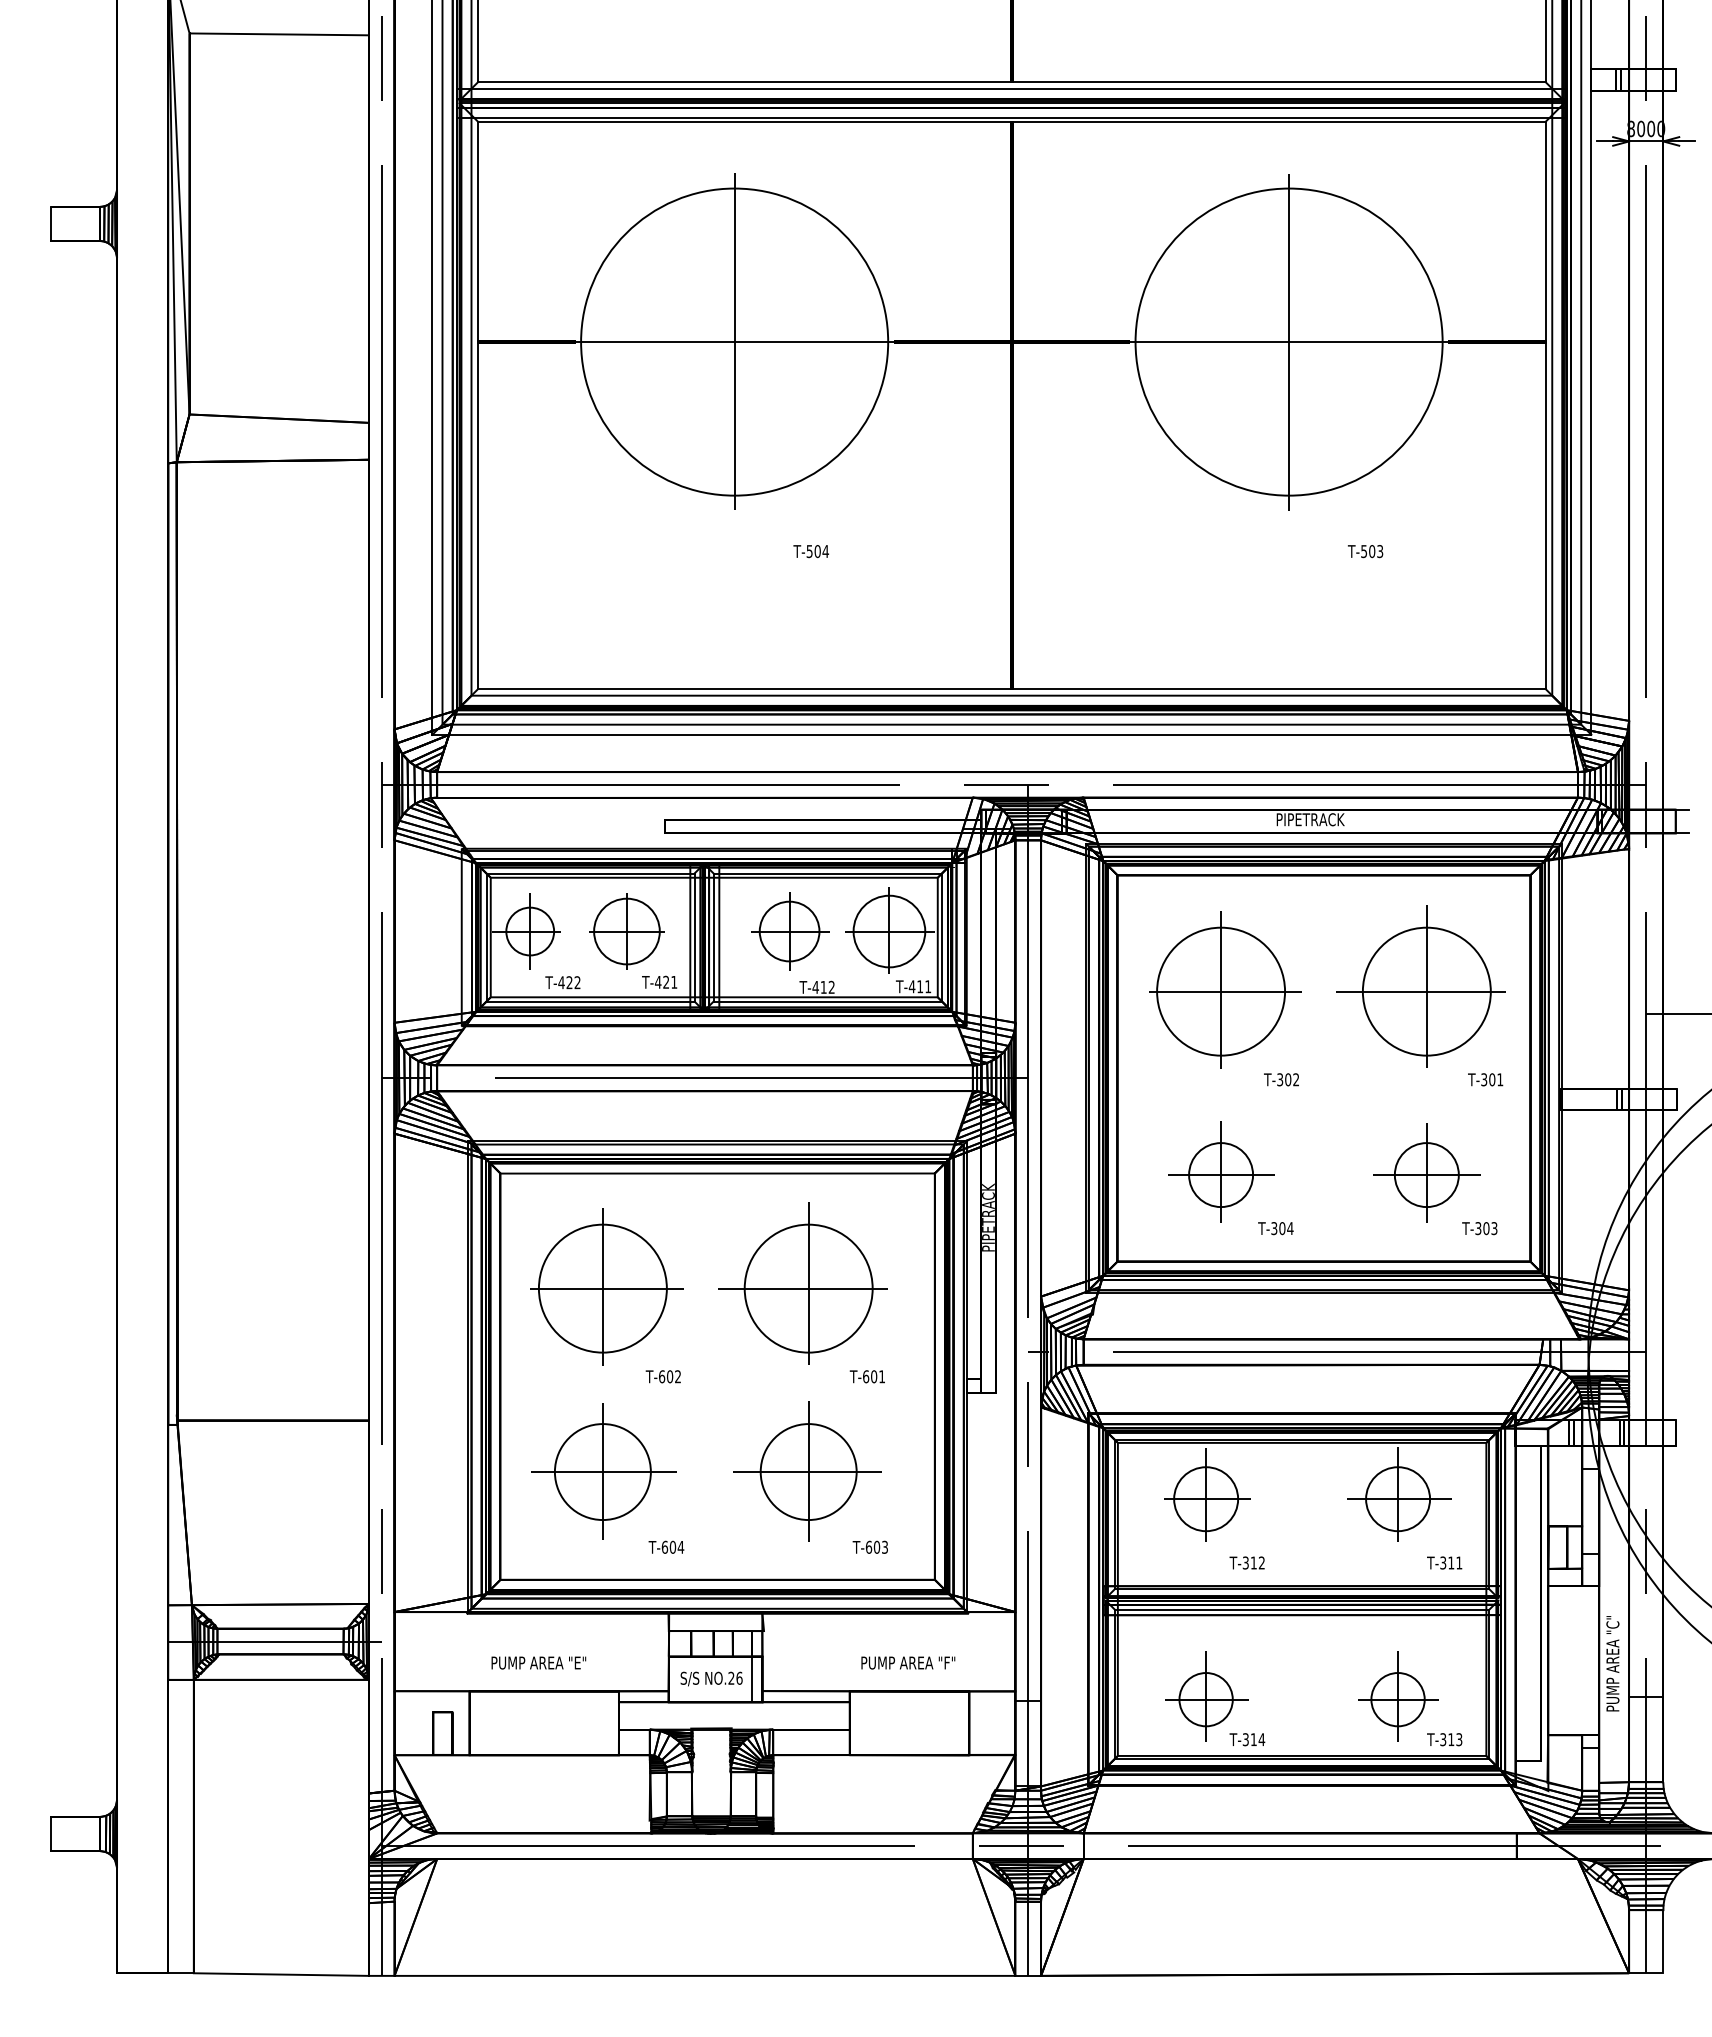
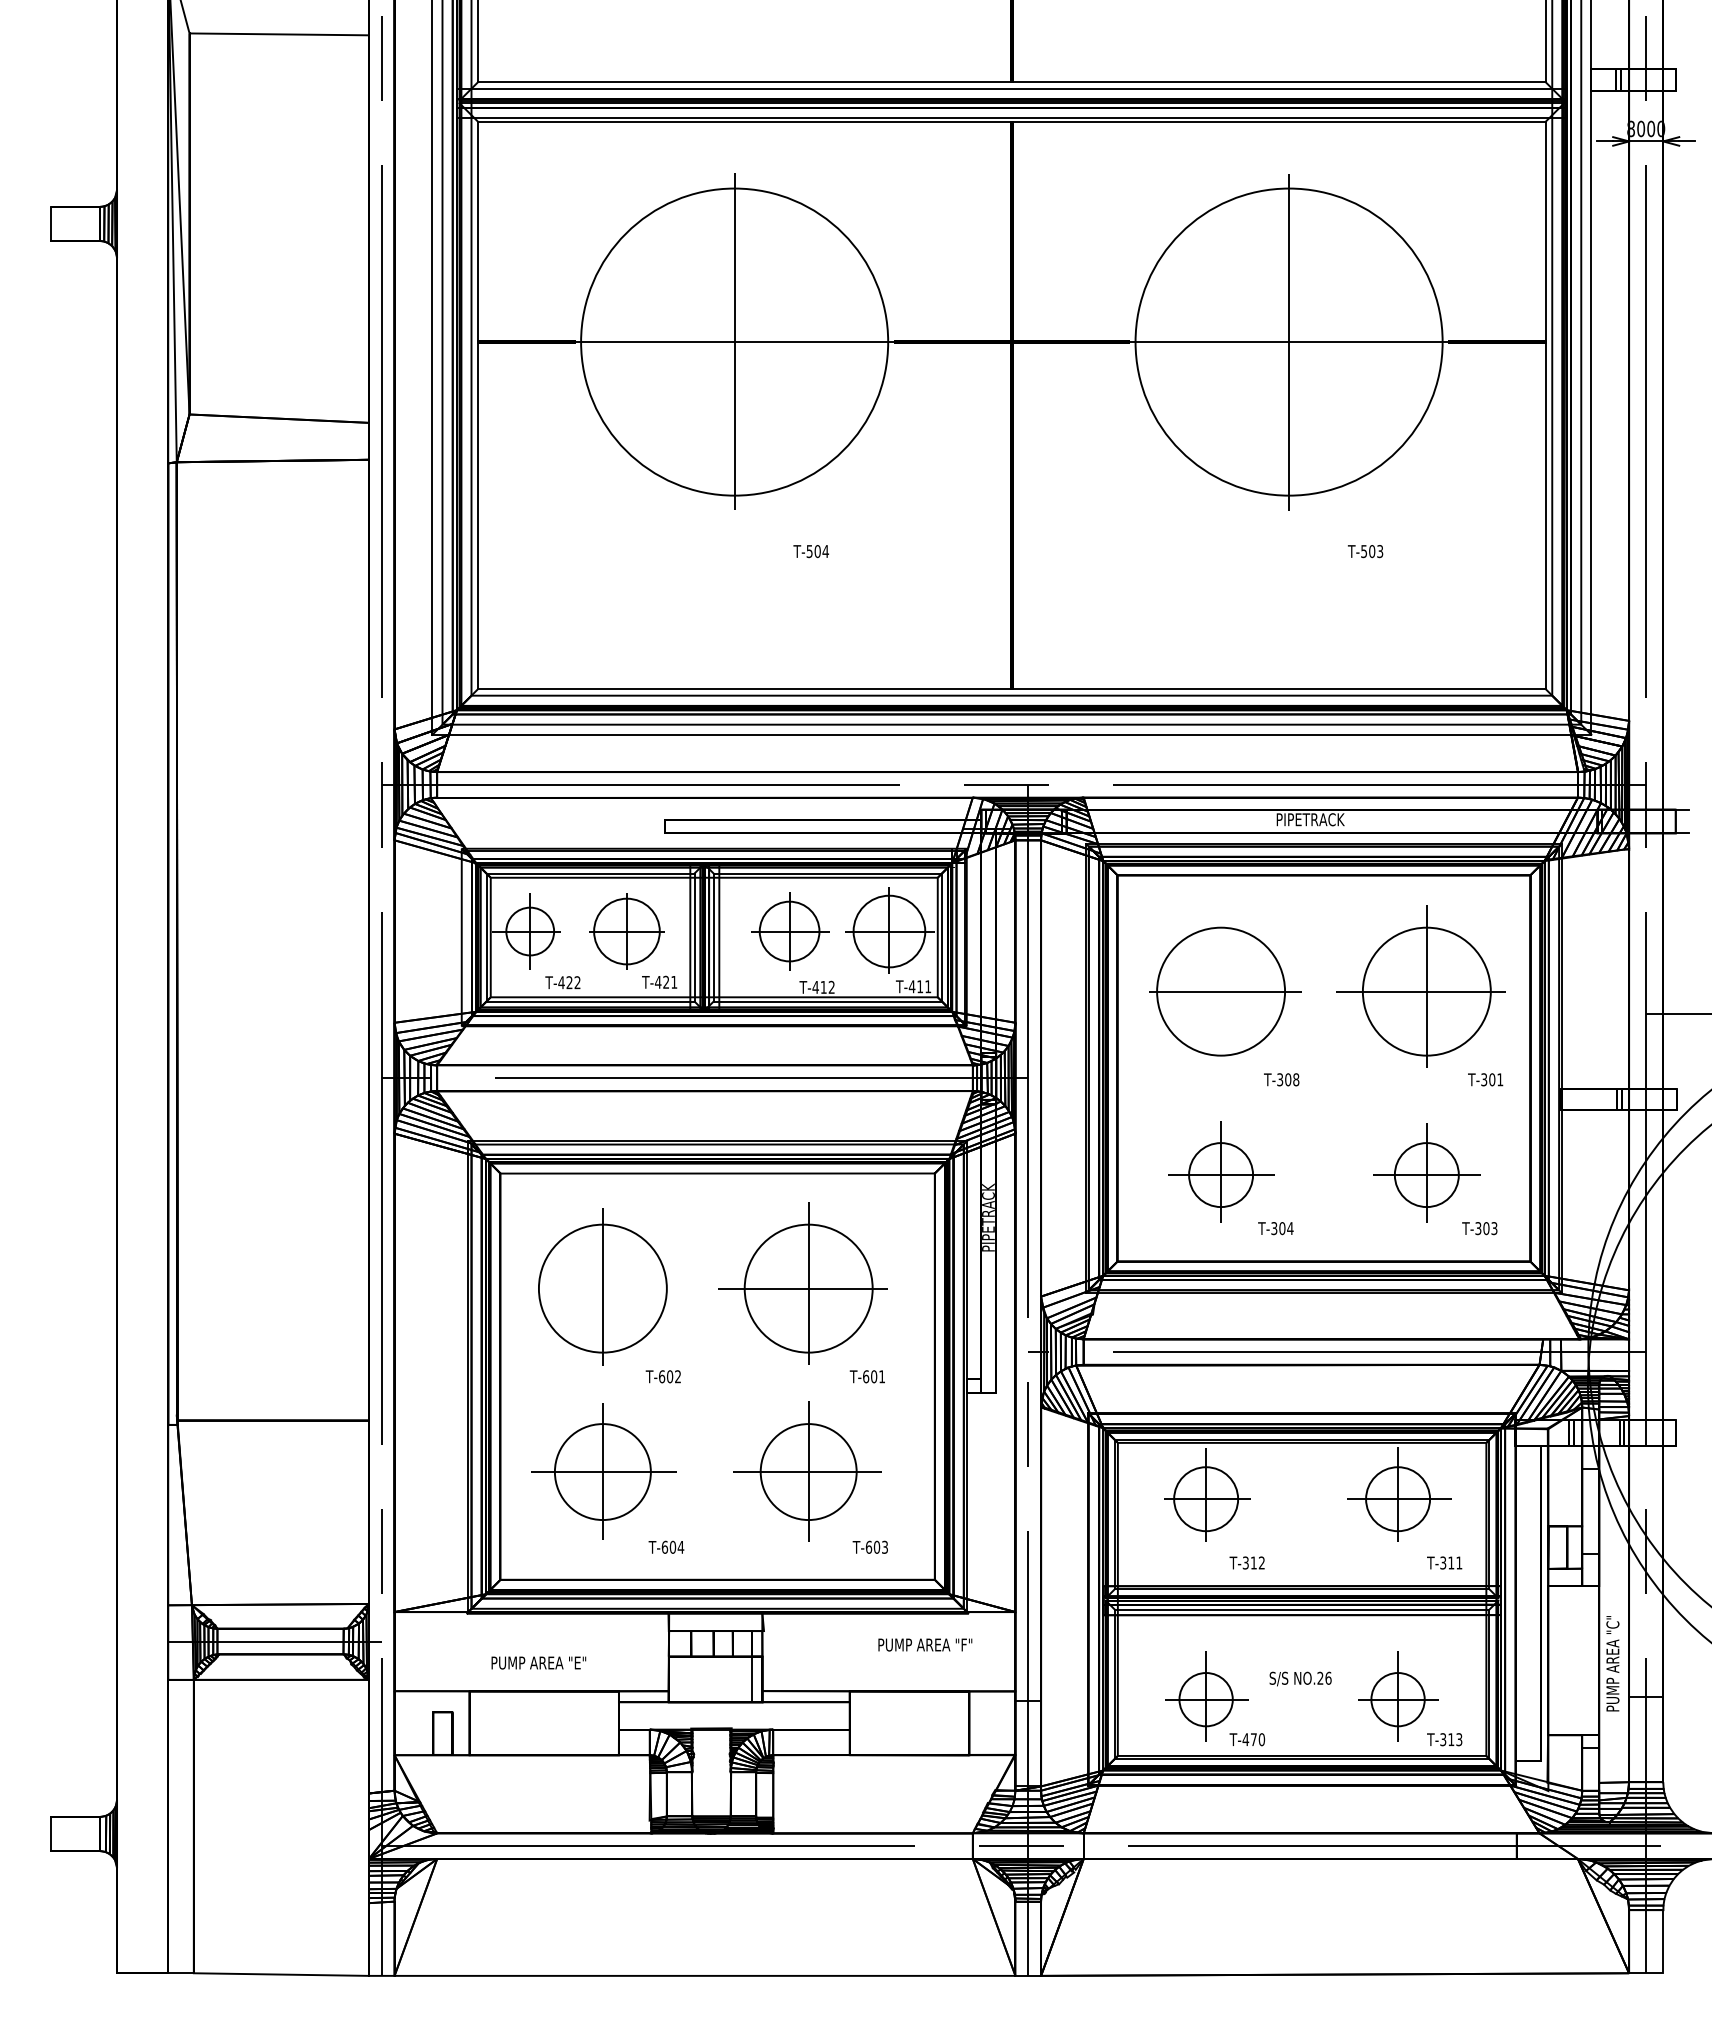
line at (1221, 990): present -> none
text at (1296, 1079): T-302 -> T-308
line at (607, 1288): present -> none
text at (908, 1662) position: (908, 1662) -> (925, 1644)
text at (711, 1678) position: (711, 1678) -> (1300, 1678)
text at (1253, 1739): T-314 -> T-470
